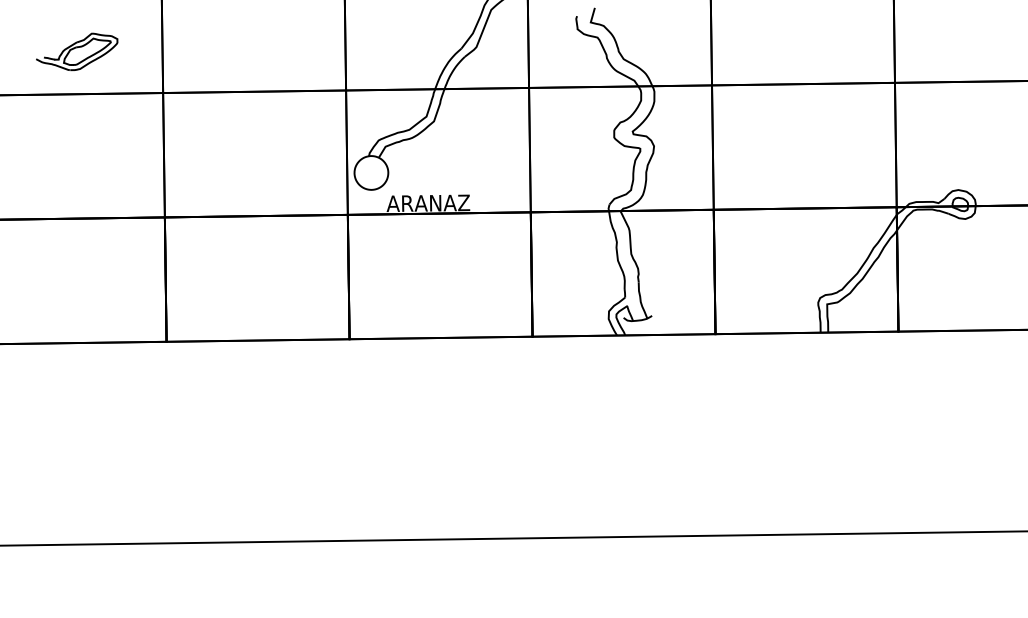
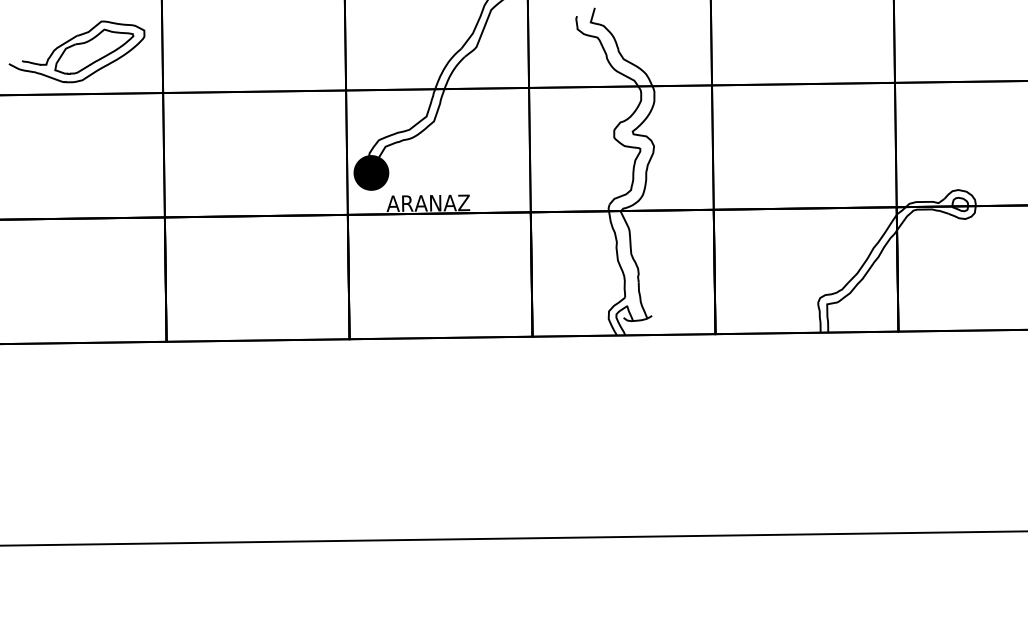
part at (77, 51) size: 83x40 px -> 138x64 px
fill at (370, 172): none -> present
fill at (371, 172): none -> present
